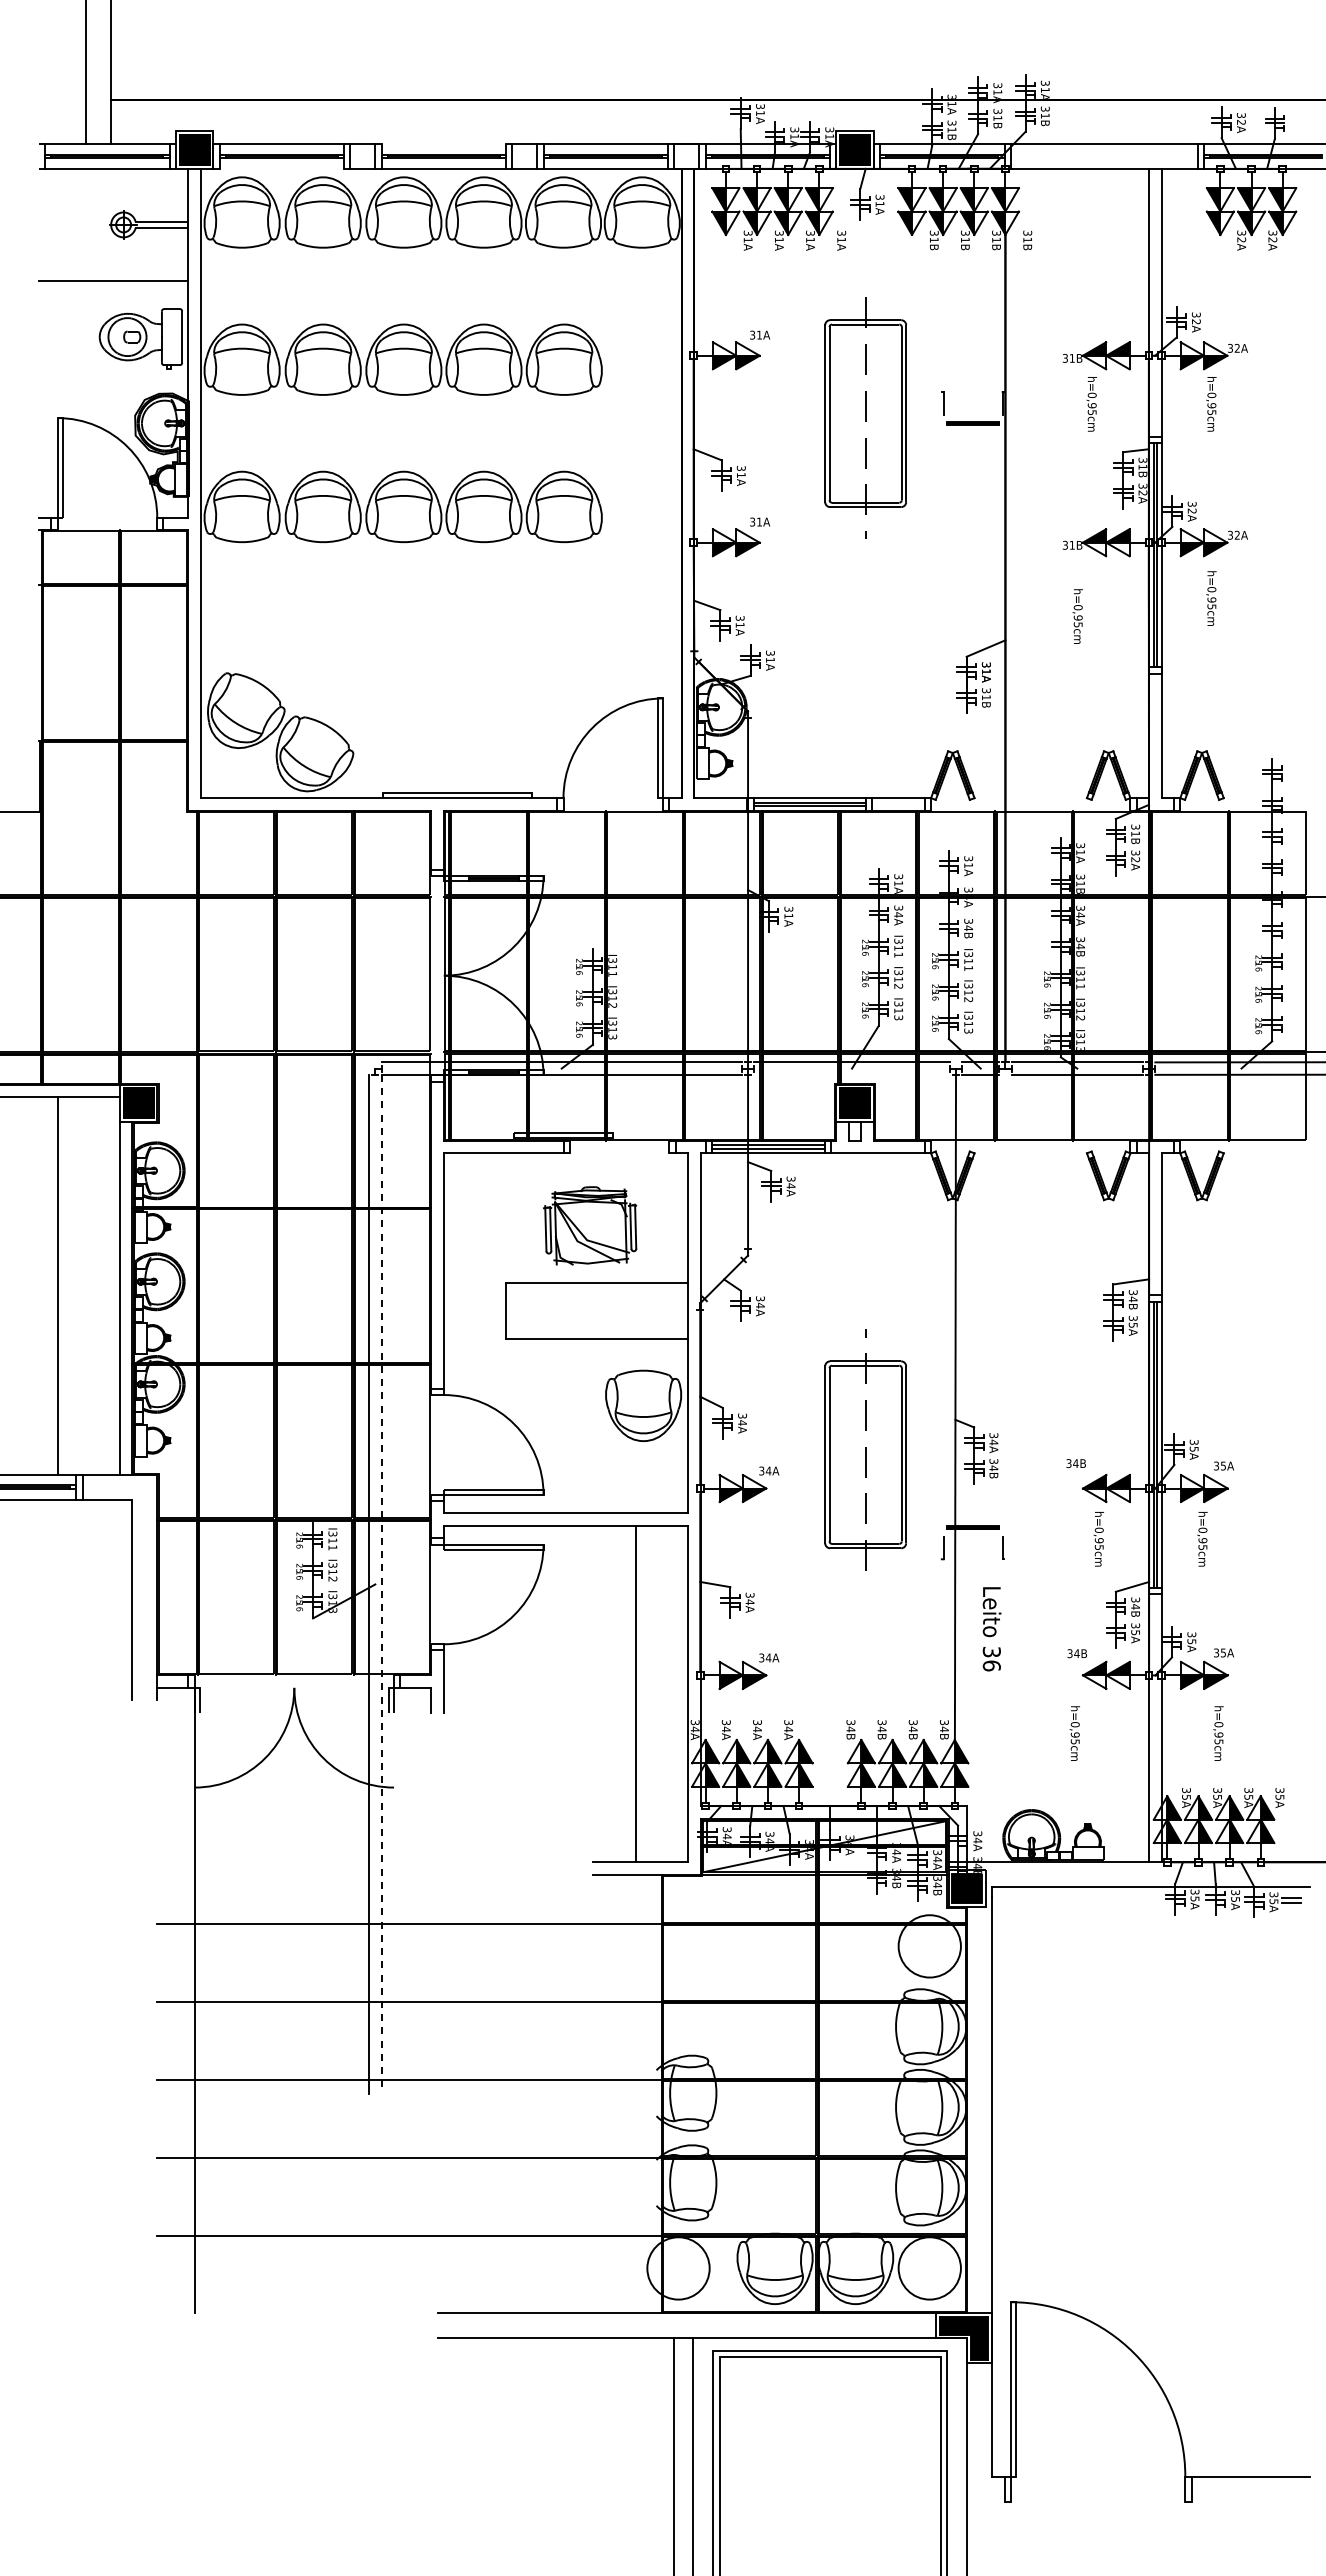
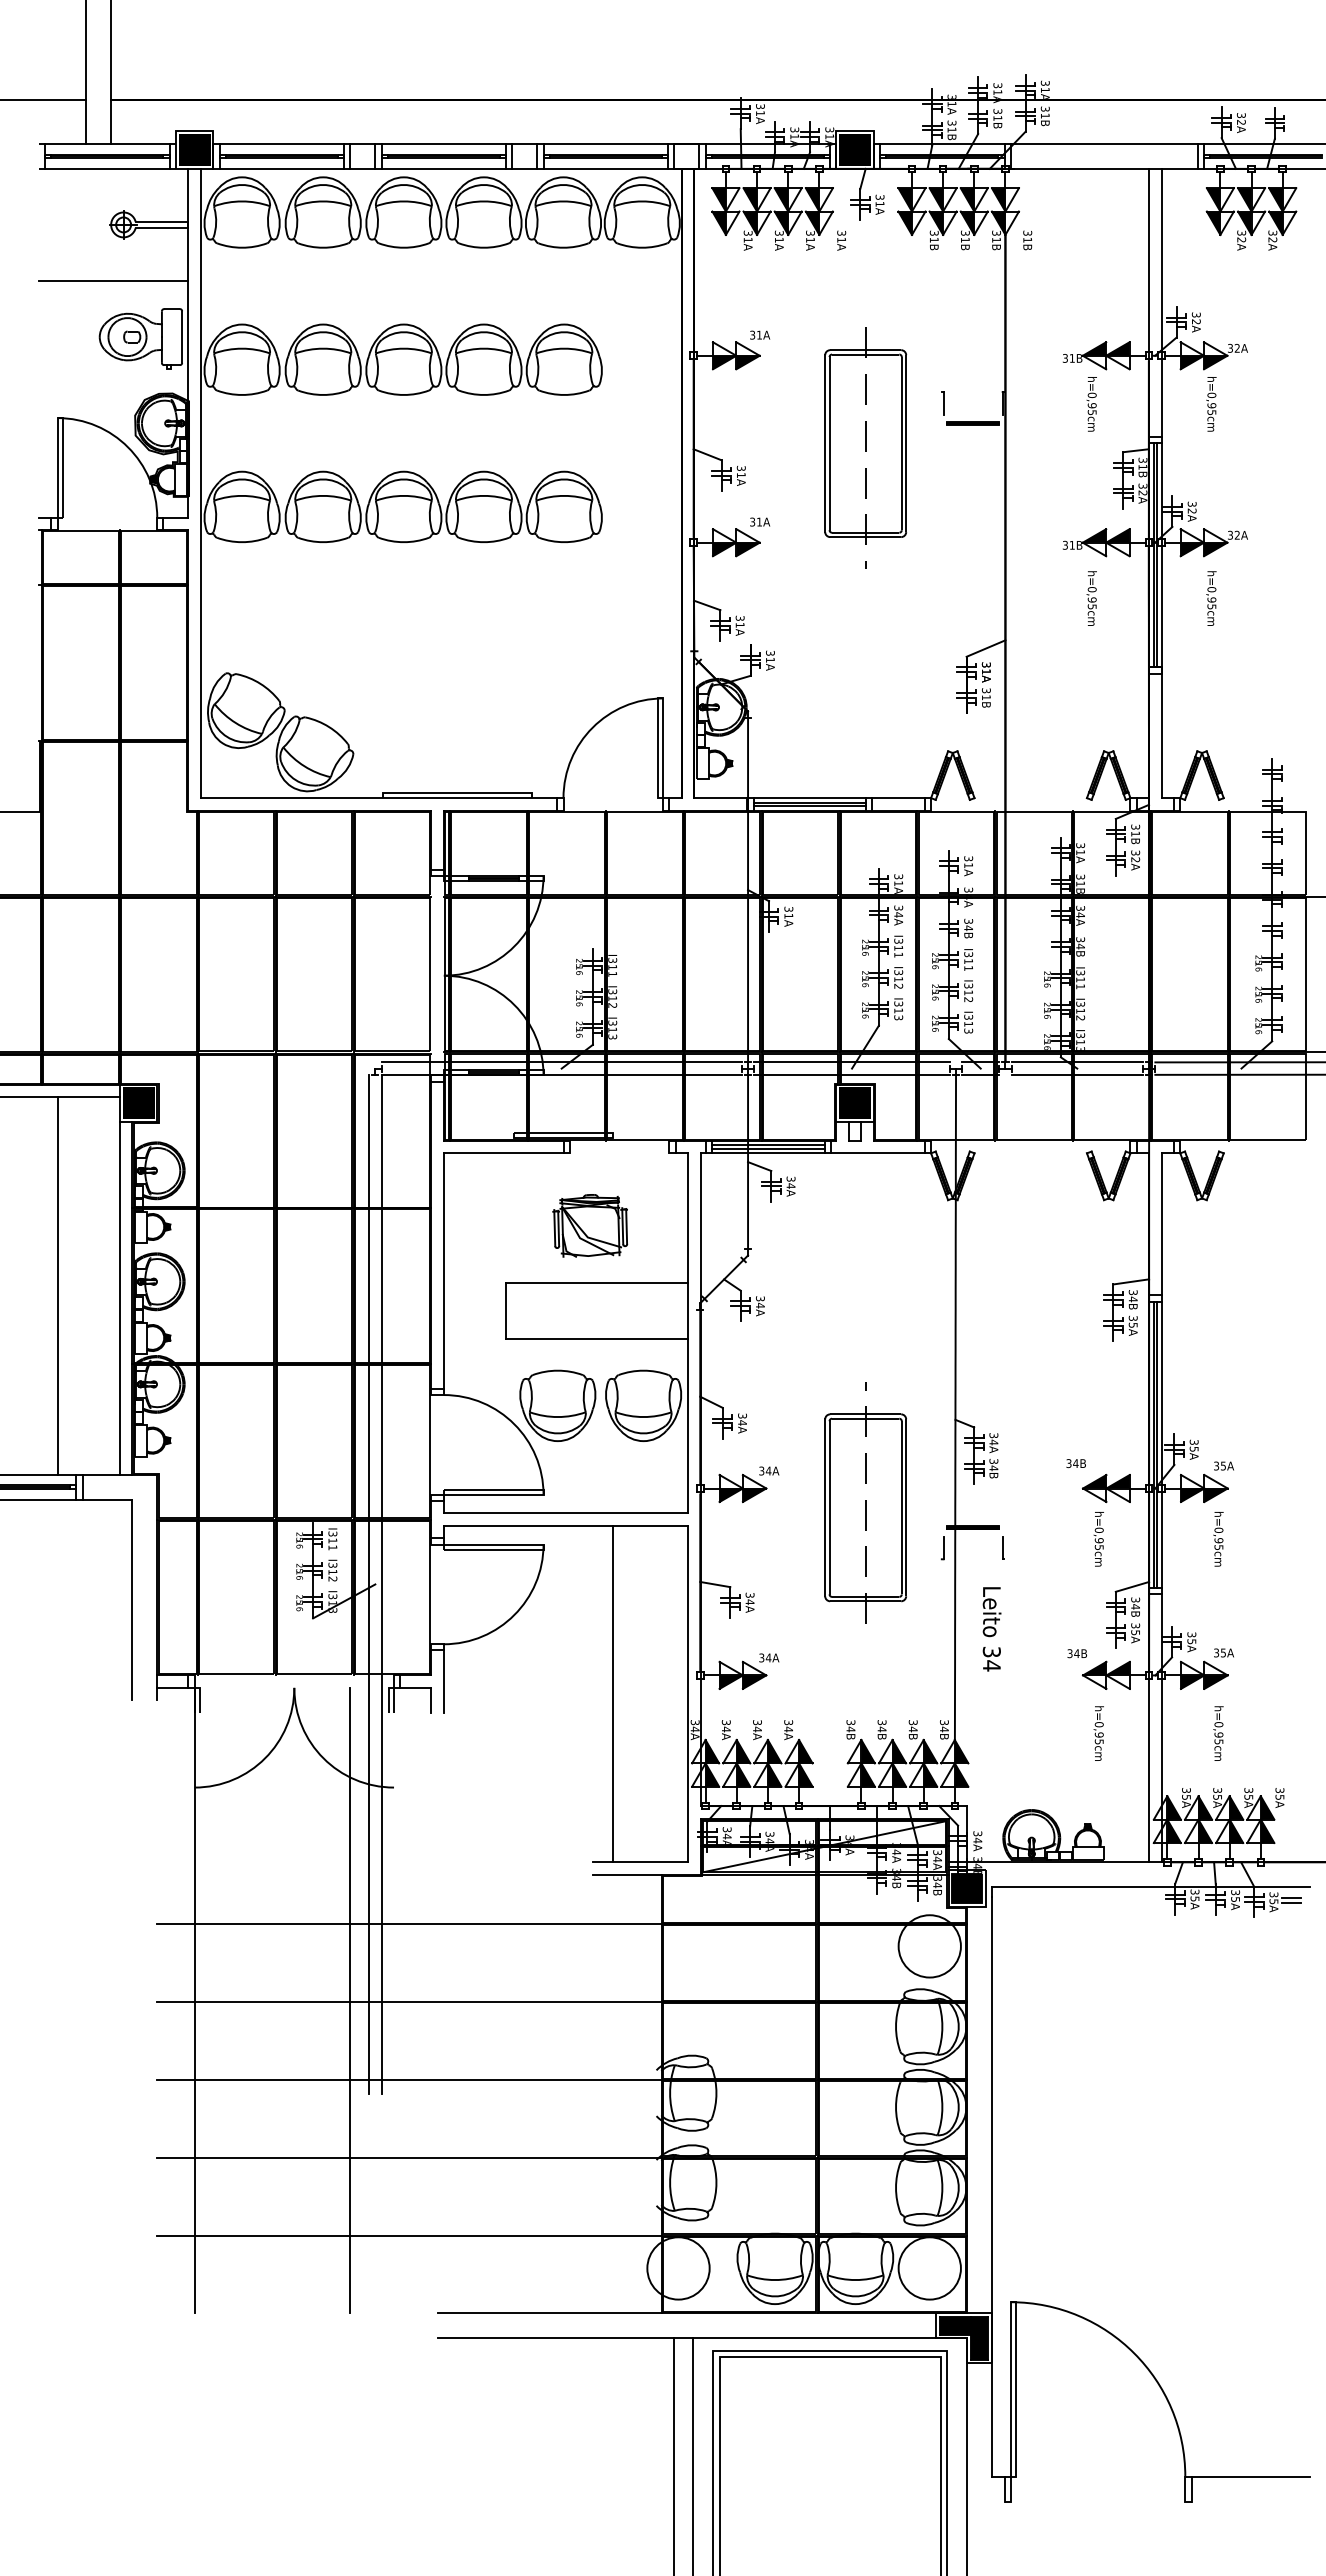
line at (44, 100): none -> present
line at (443, 143): none -> present
line at (281, 168): none -> present
part at (865, 417) position: (865, 417) -> (865, 447)
text at (1077, 616) position: (1077, 616) -> (1091, 598)
line at (851, 1074): none -> present
part at (590, 1225) size: 95x80 px -> 77x64 px
part at (557, 1405): none -> present
part at (865, 1449) position: (865, 1449) -> (865, 1502)
text at (1202, 1539) position: (1202, 1539) -> (1218, 1539)
line at (381, 1584): dashed -> solid
text at (991, 1665): 36 -> 34
line at (636, 1693) position: (636, 1693) -> (613, 1693)
text at (1074, 1733) position: (1074, 1733) -> (1098, 1733)
line at (350, 2000): none -> present
